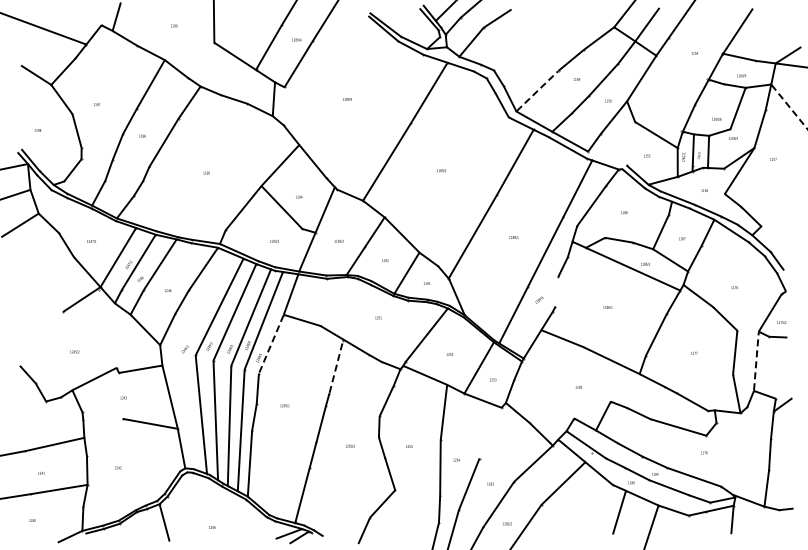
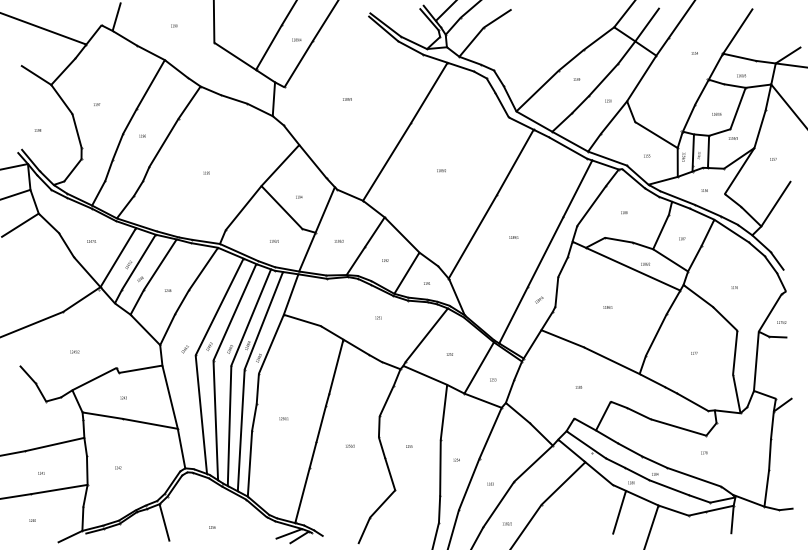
line at (537, 91): dashed -> solid
line at (789, 107): dashed -> solid
text at (716, 119) position: (716, 119) -> (716, 114)
line at (607, 158): none -> present
line at (775, 203): none -> present
line at (556, 291): none -> present
line at (32, 324): none -> present
line at (271, 344): dashed -> solid
line at (756, 360): dashed -> solid
line at (336, 366): dashed -> solid
text at (284, 405) position: (284, 405) -> (283, 418)
line at (102, 415): none -> present
line at (490, 432): none -> present
